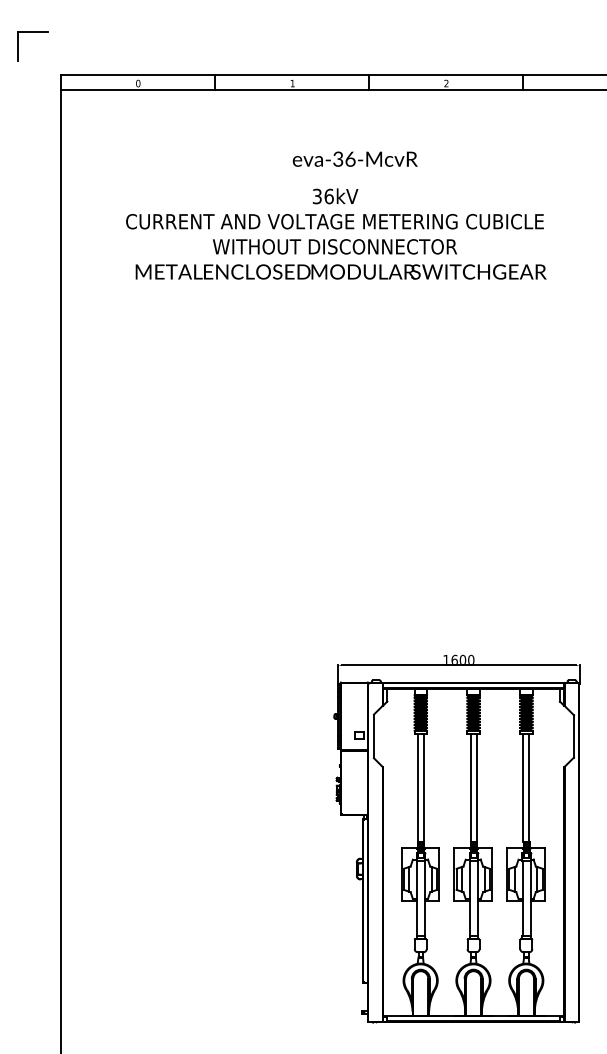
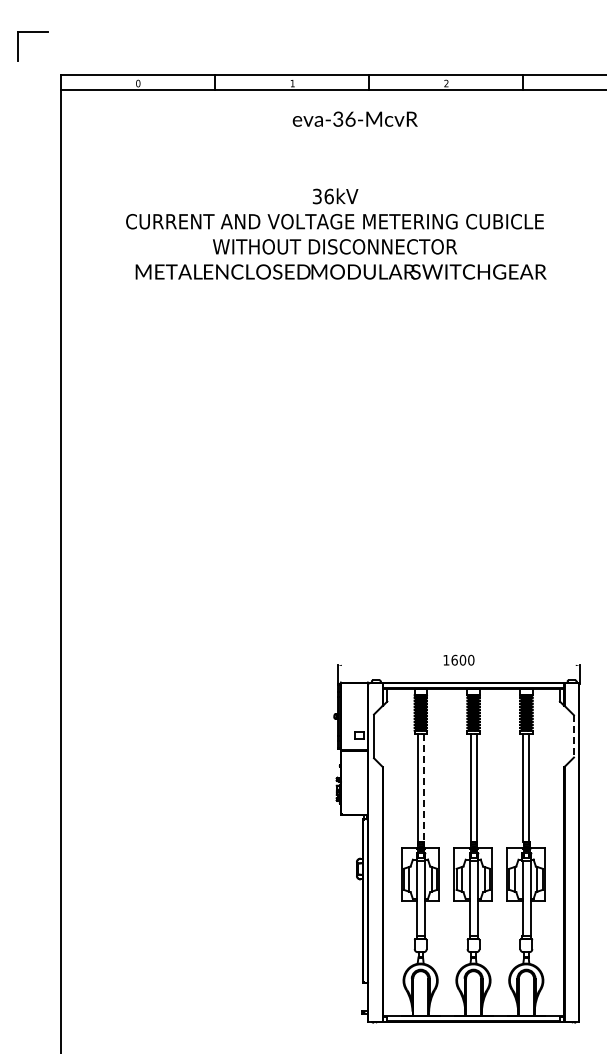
text at (354, 158) position: (354, 158) -> (354, 118)
line at (458, 665): present -> none
line at (573, 736): solid -> dashed
line at (423, 788): solid -> dashed
